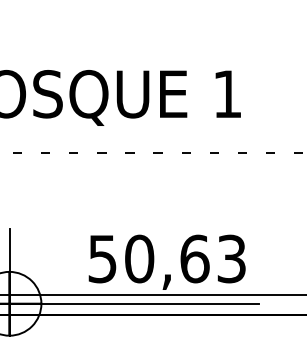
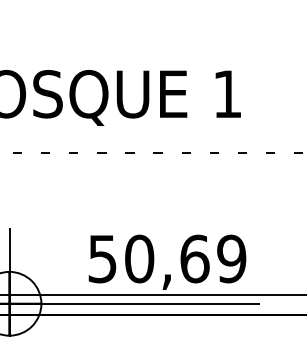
text at (231, 258): 50,63 -> 50,69
